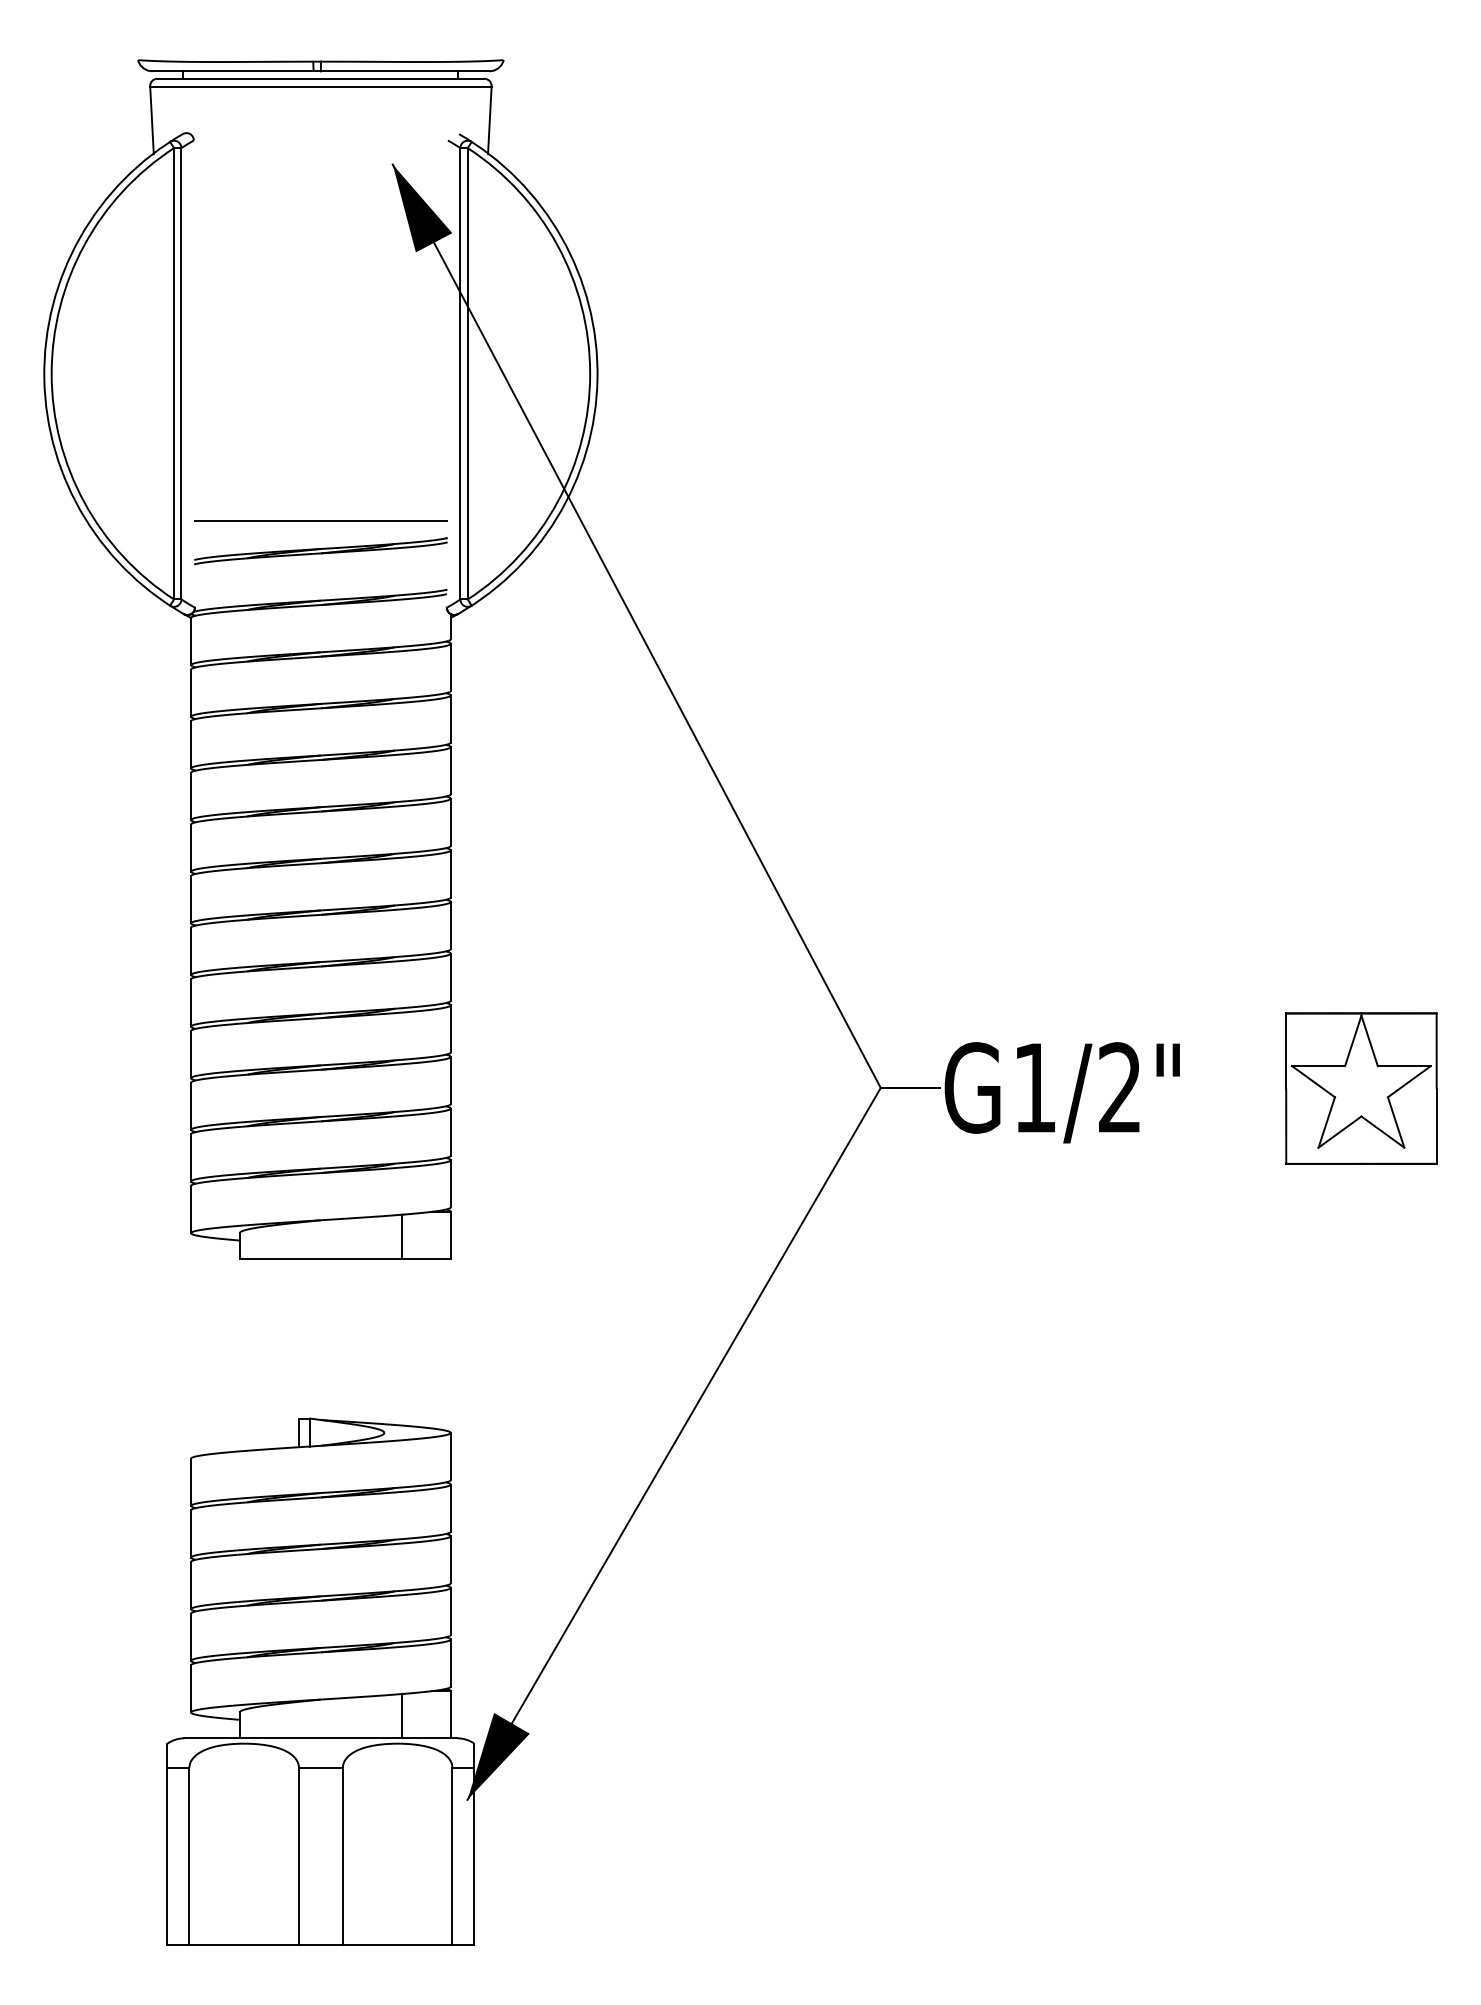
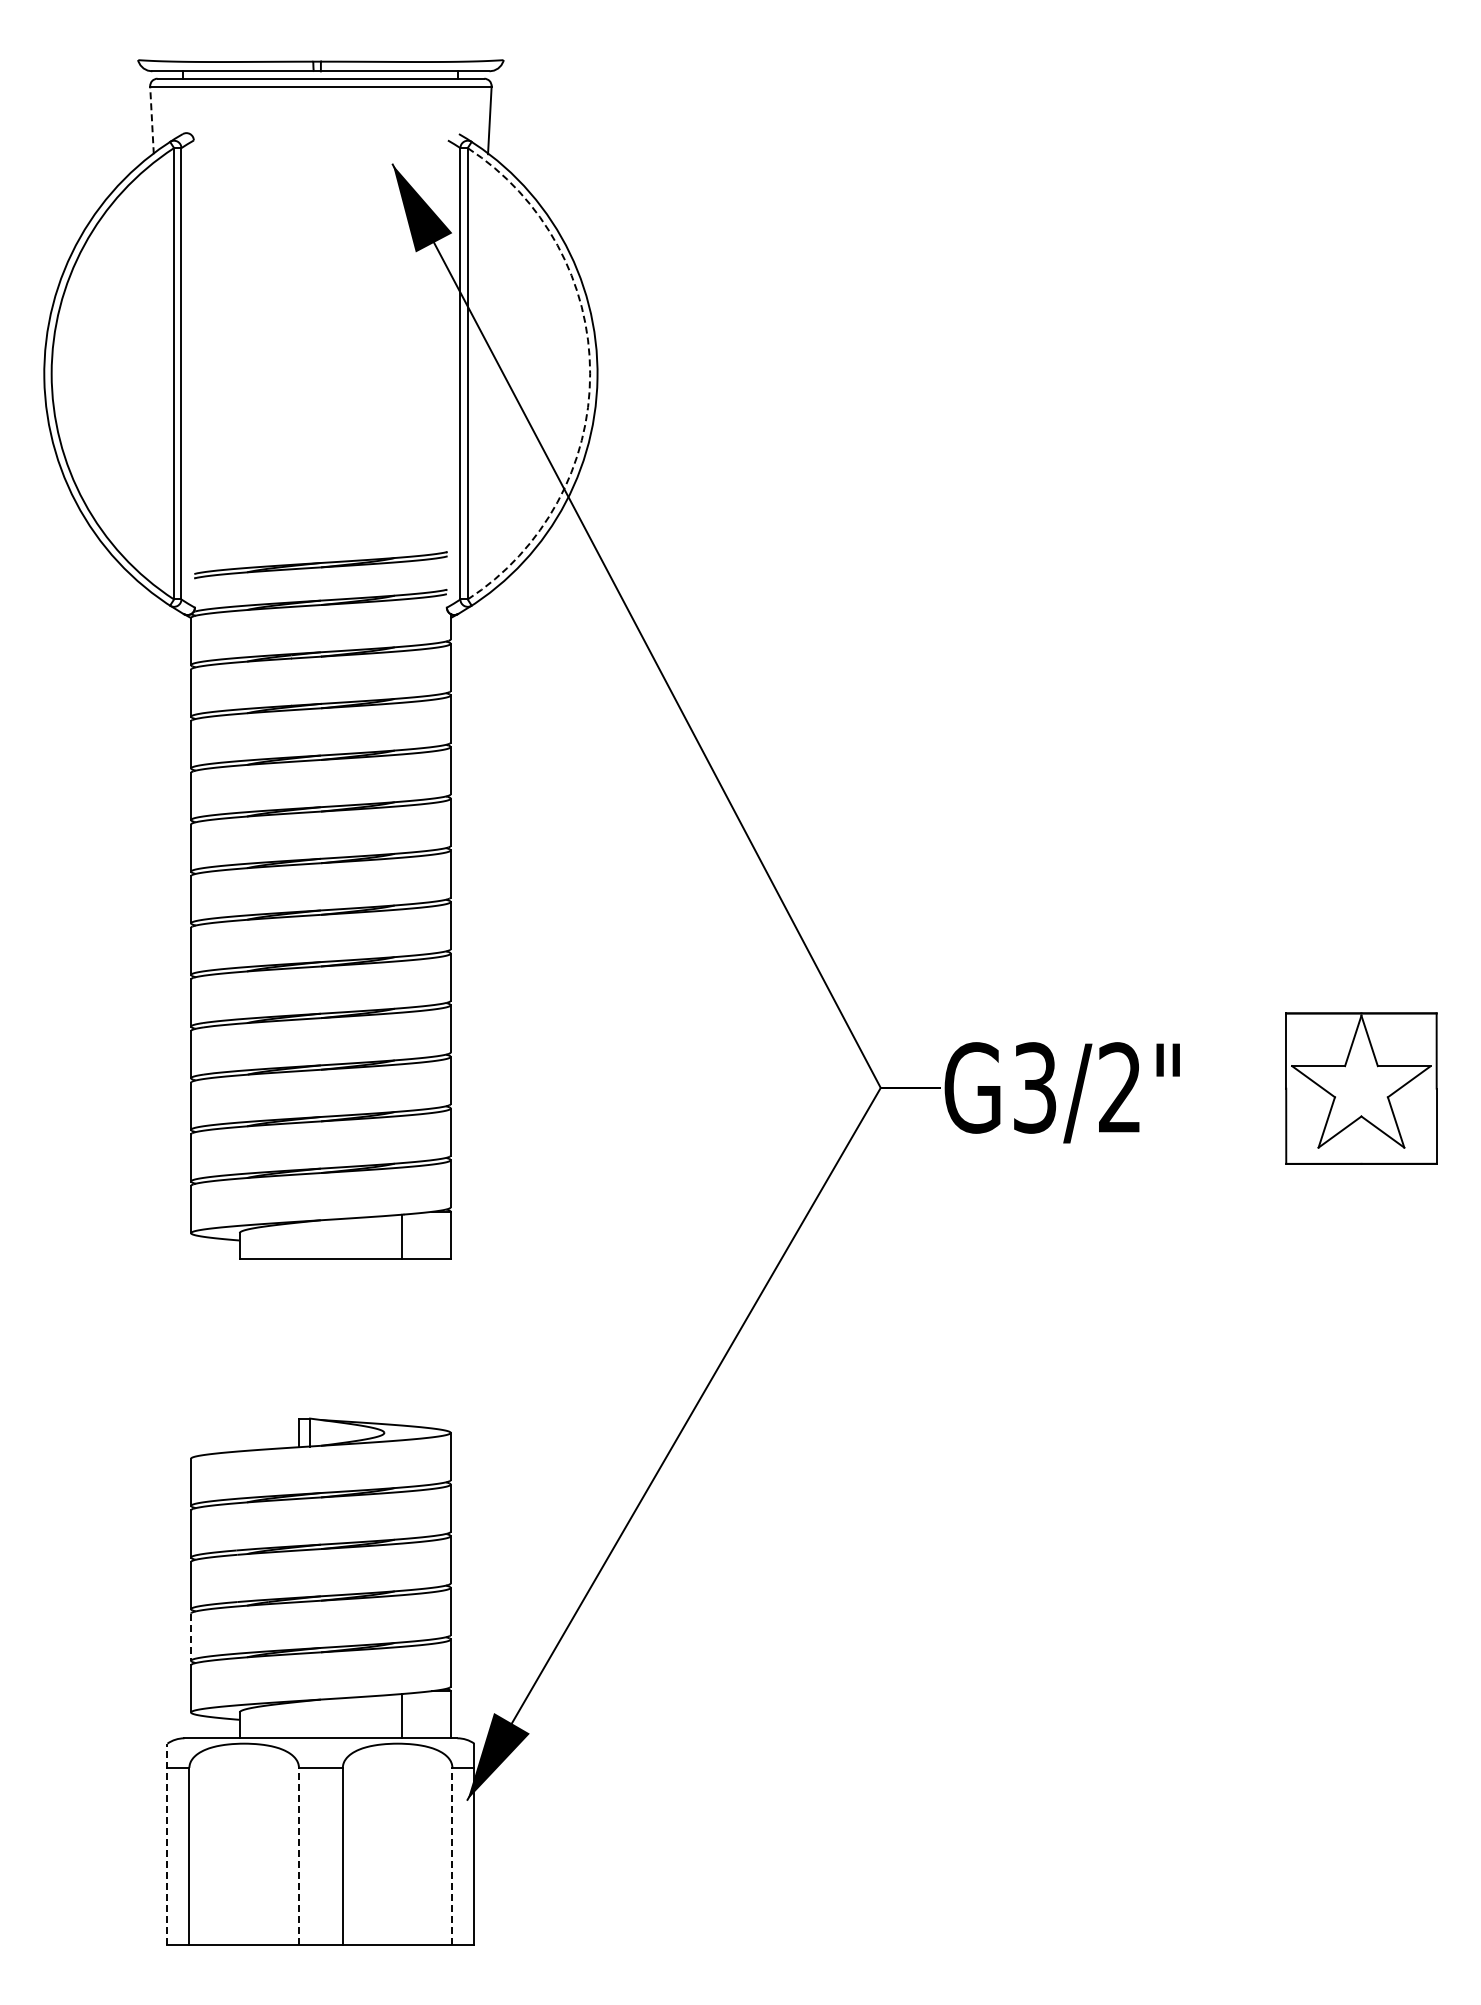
line at (152, 120): solid -> dashed
arc at (590, 373): solid -> dashed
line at (320, 521): present -> none
part at (320, 551) position: (320, 551) -> (320, 565)
text at (1035, 1087): G1/2" -> G3/2"
line at (191, 1637): solid -> dashed
line at (167, 1844): solid -> dashed
line at (298, 1856): solid -> dashed
line at (452, 1856): solid -> dashed
